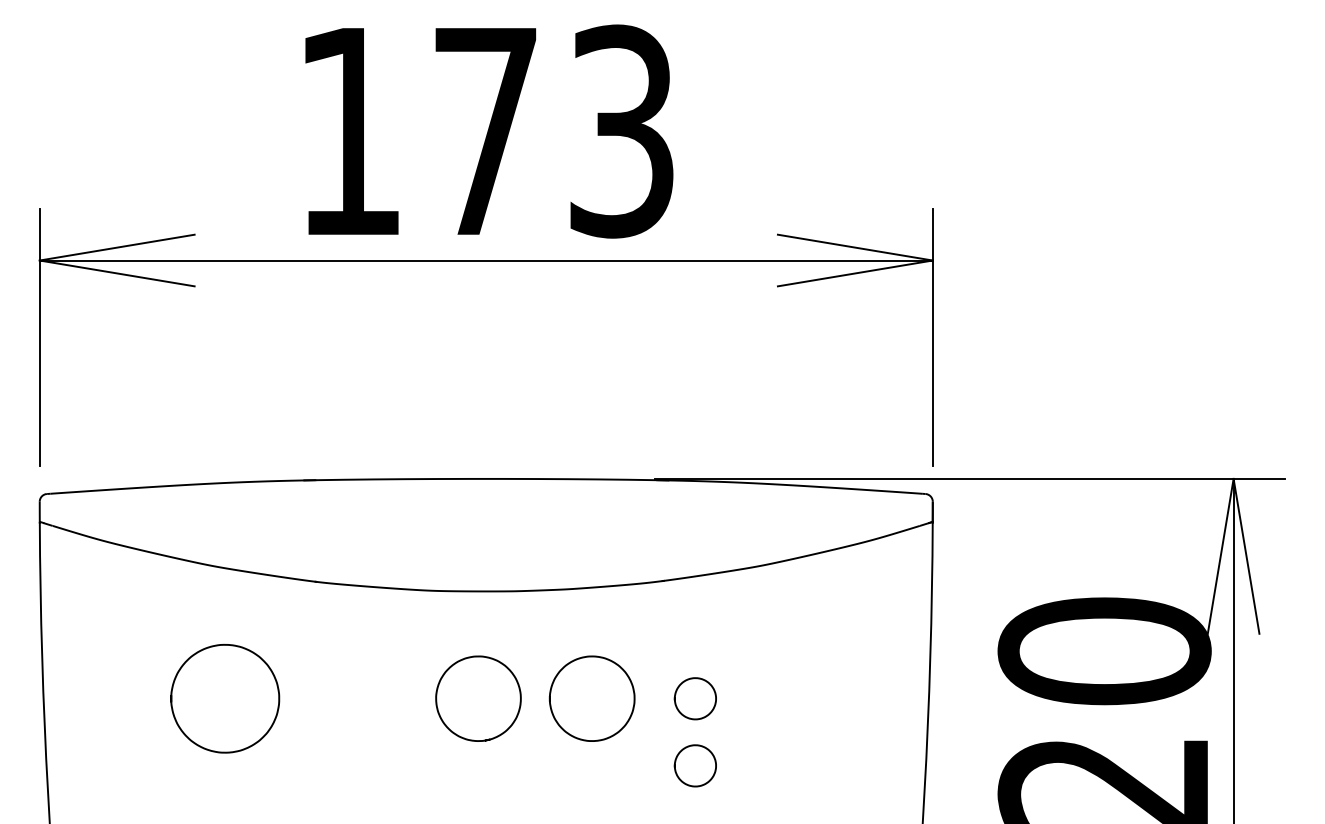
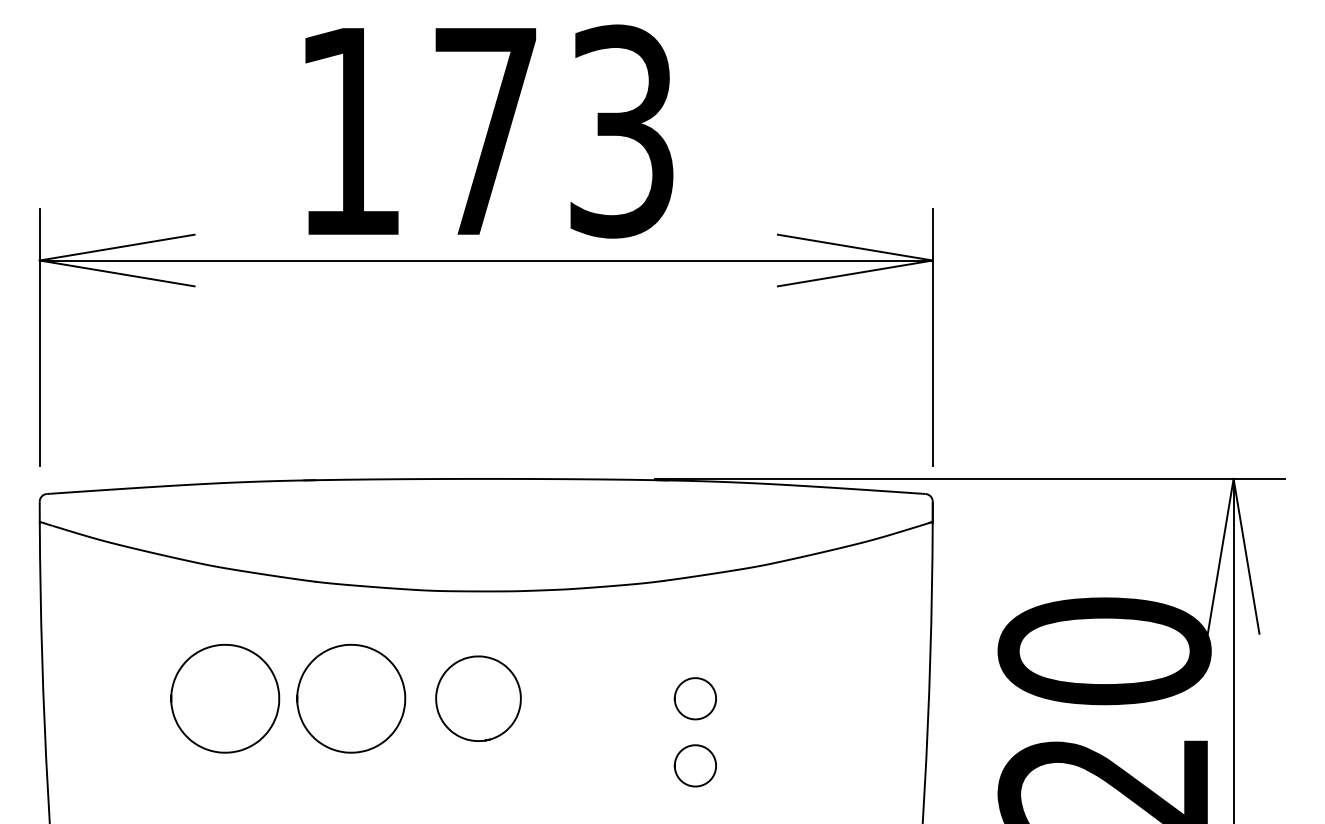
curve at (374, 651): none -> present
curve at (552, 688): present -> none
